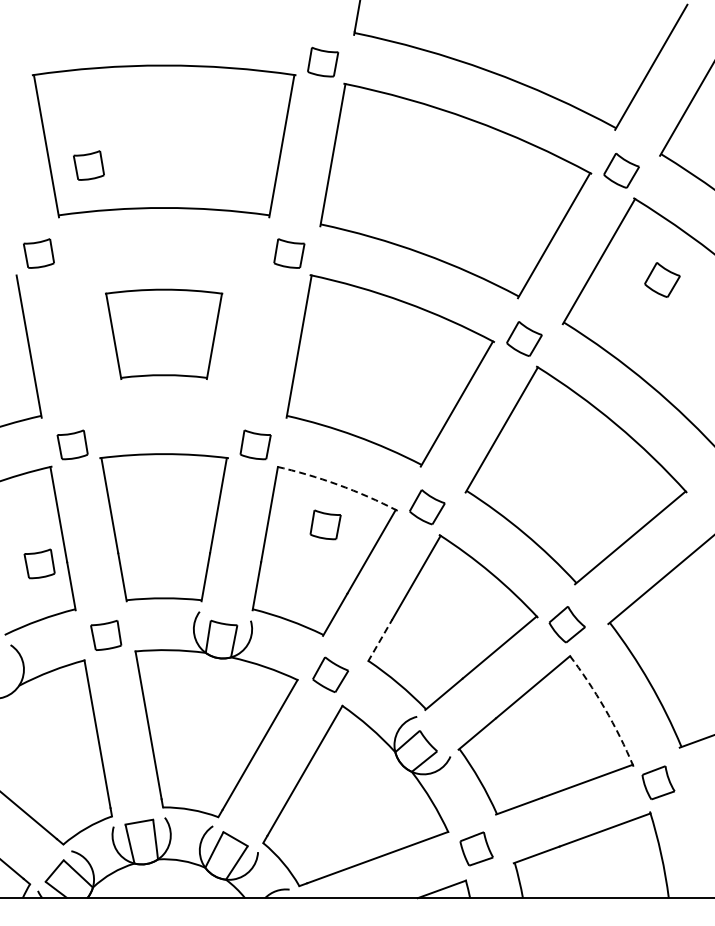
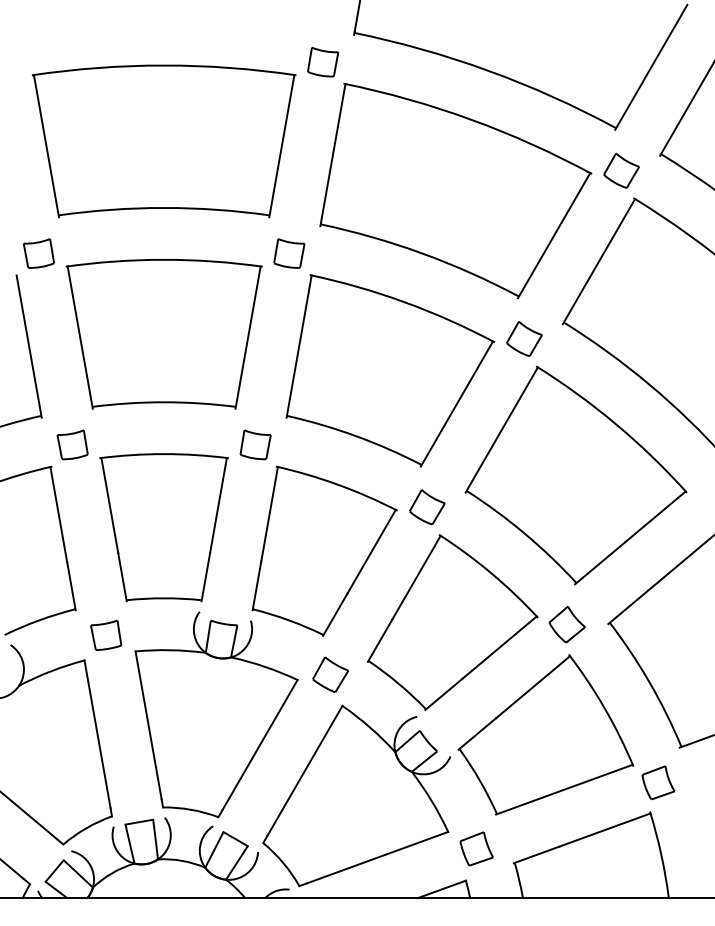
part at (88, 165): present -> none
part at (662, 279): present -> none
part at (164, 333) size: 119x92 px -> 198x151 px
arc at (338, 484): dashed -> solid
part at (325, 524): present -> none
part at (39, 563): present -> none
line at (380, 640): dashed -> solid
arc at (604, 708): dashed -> solid
